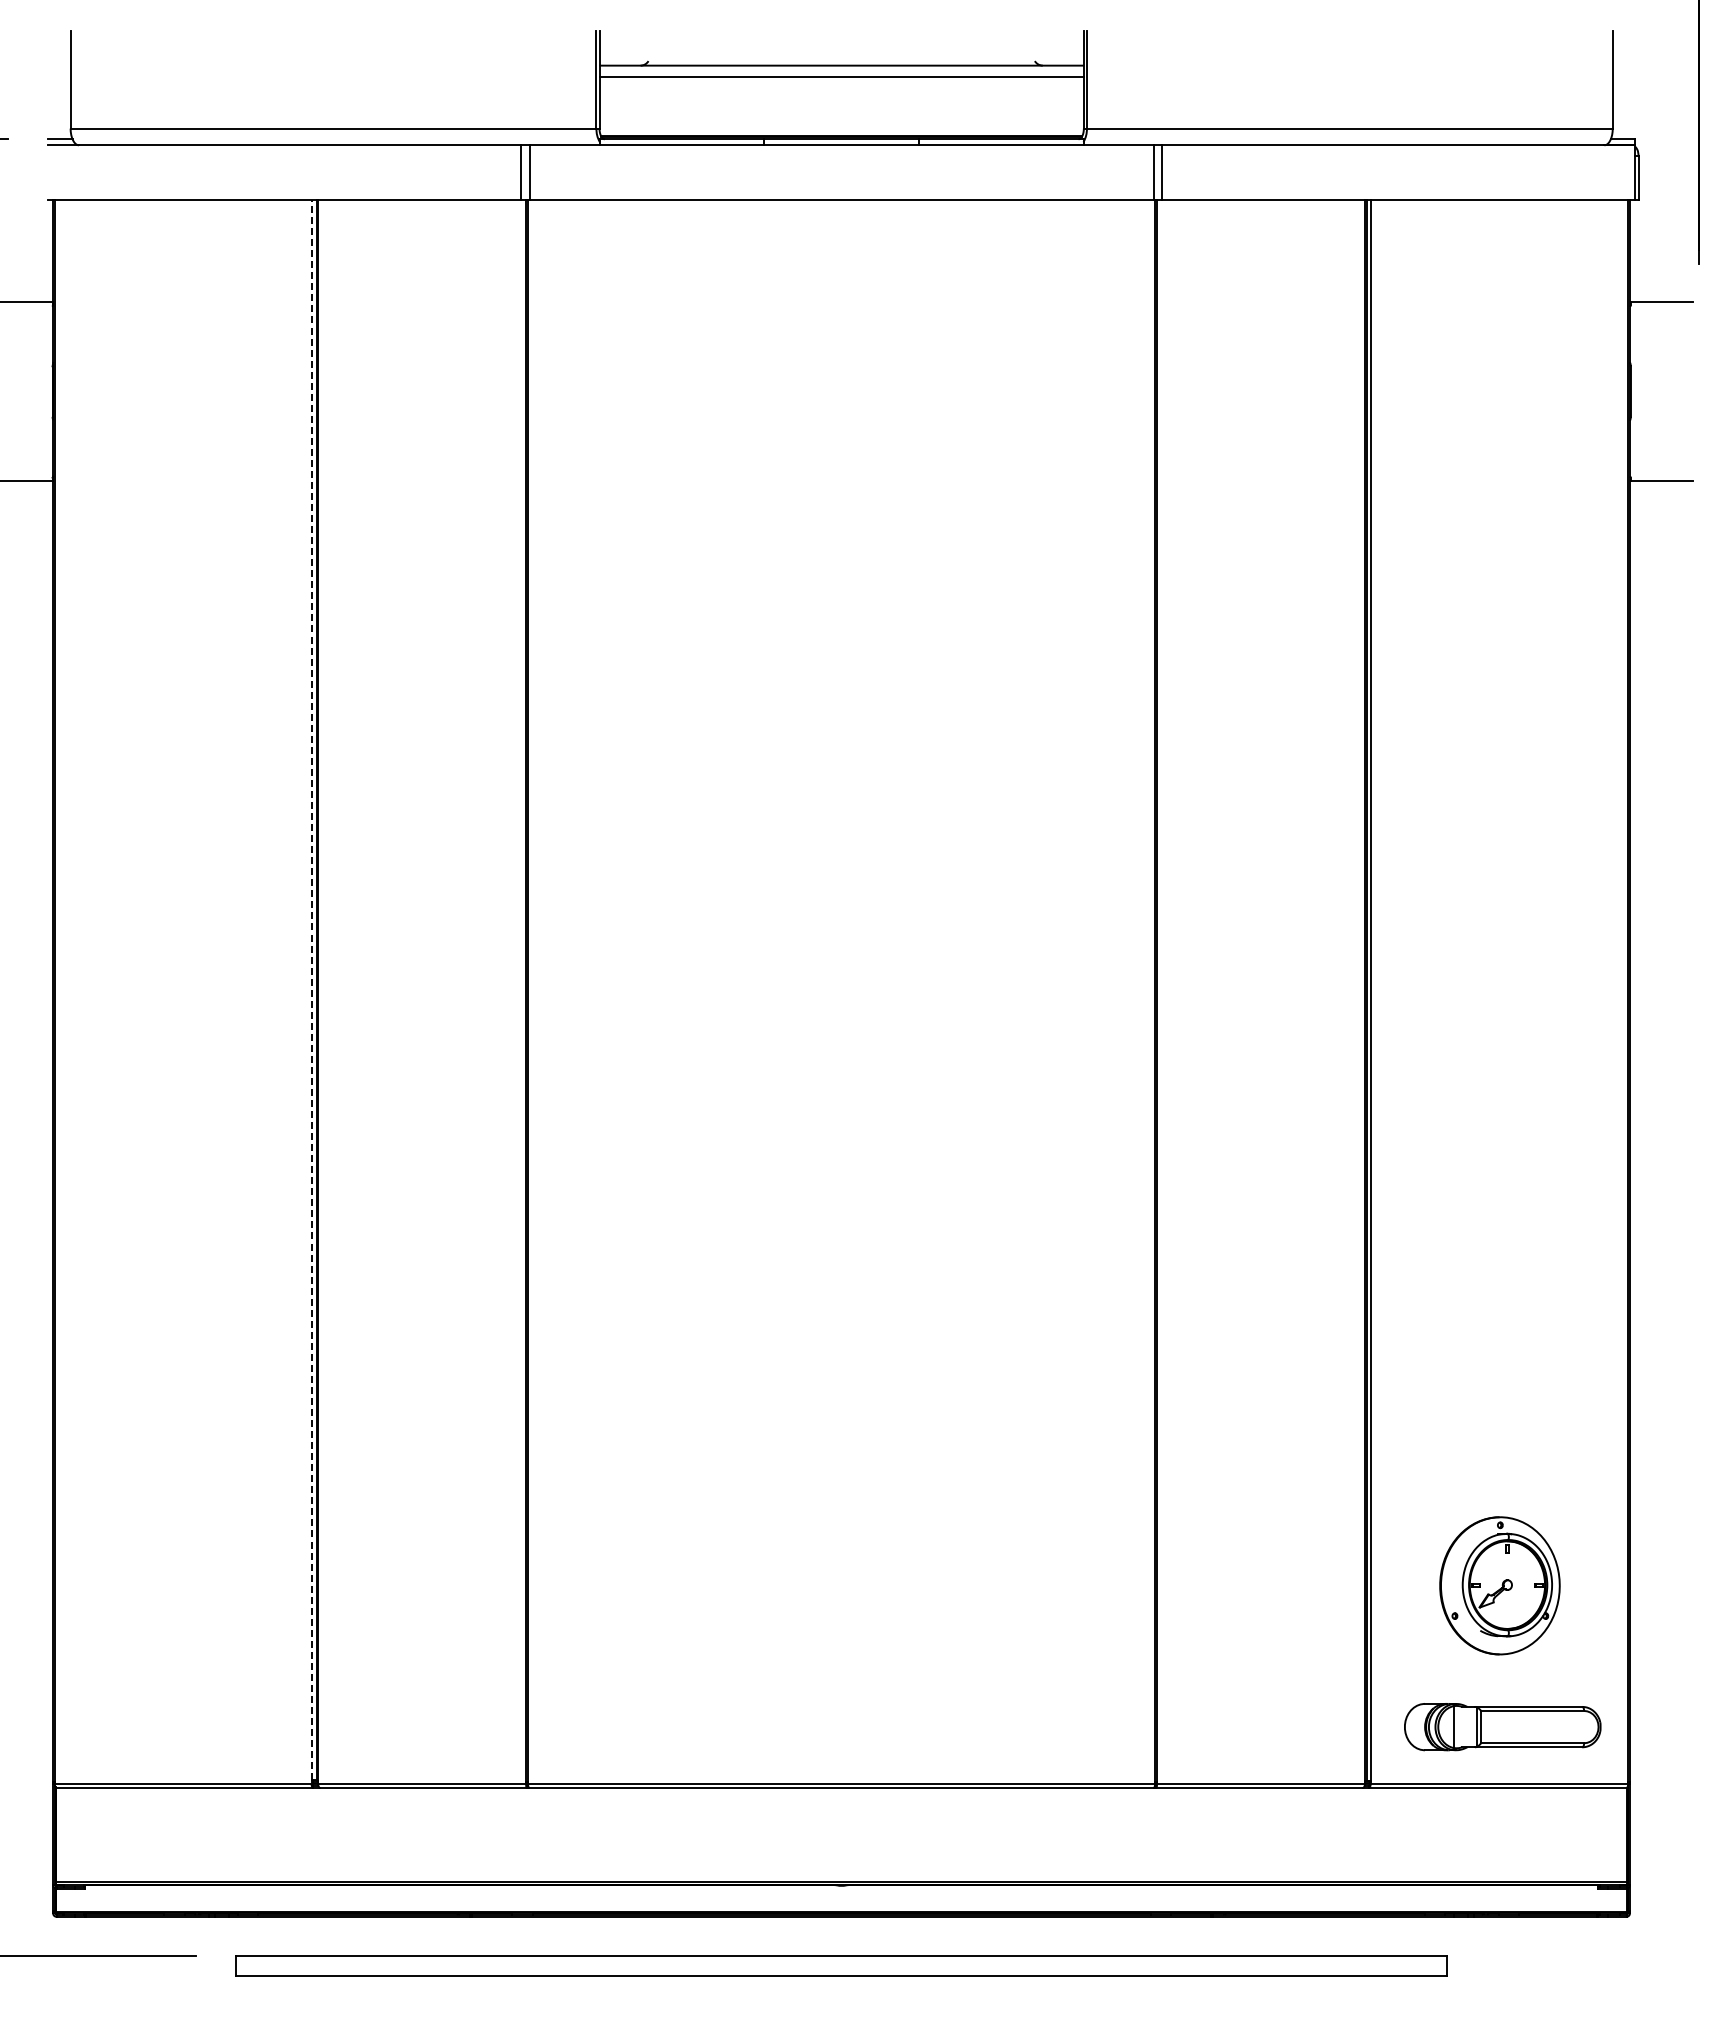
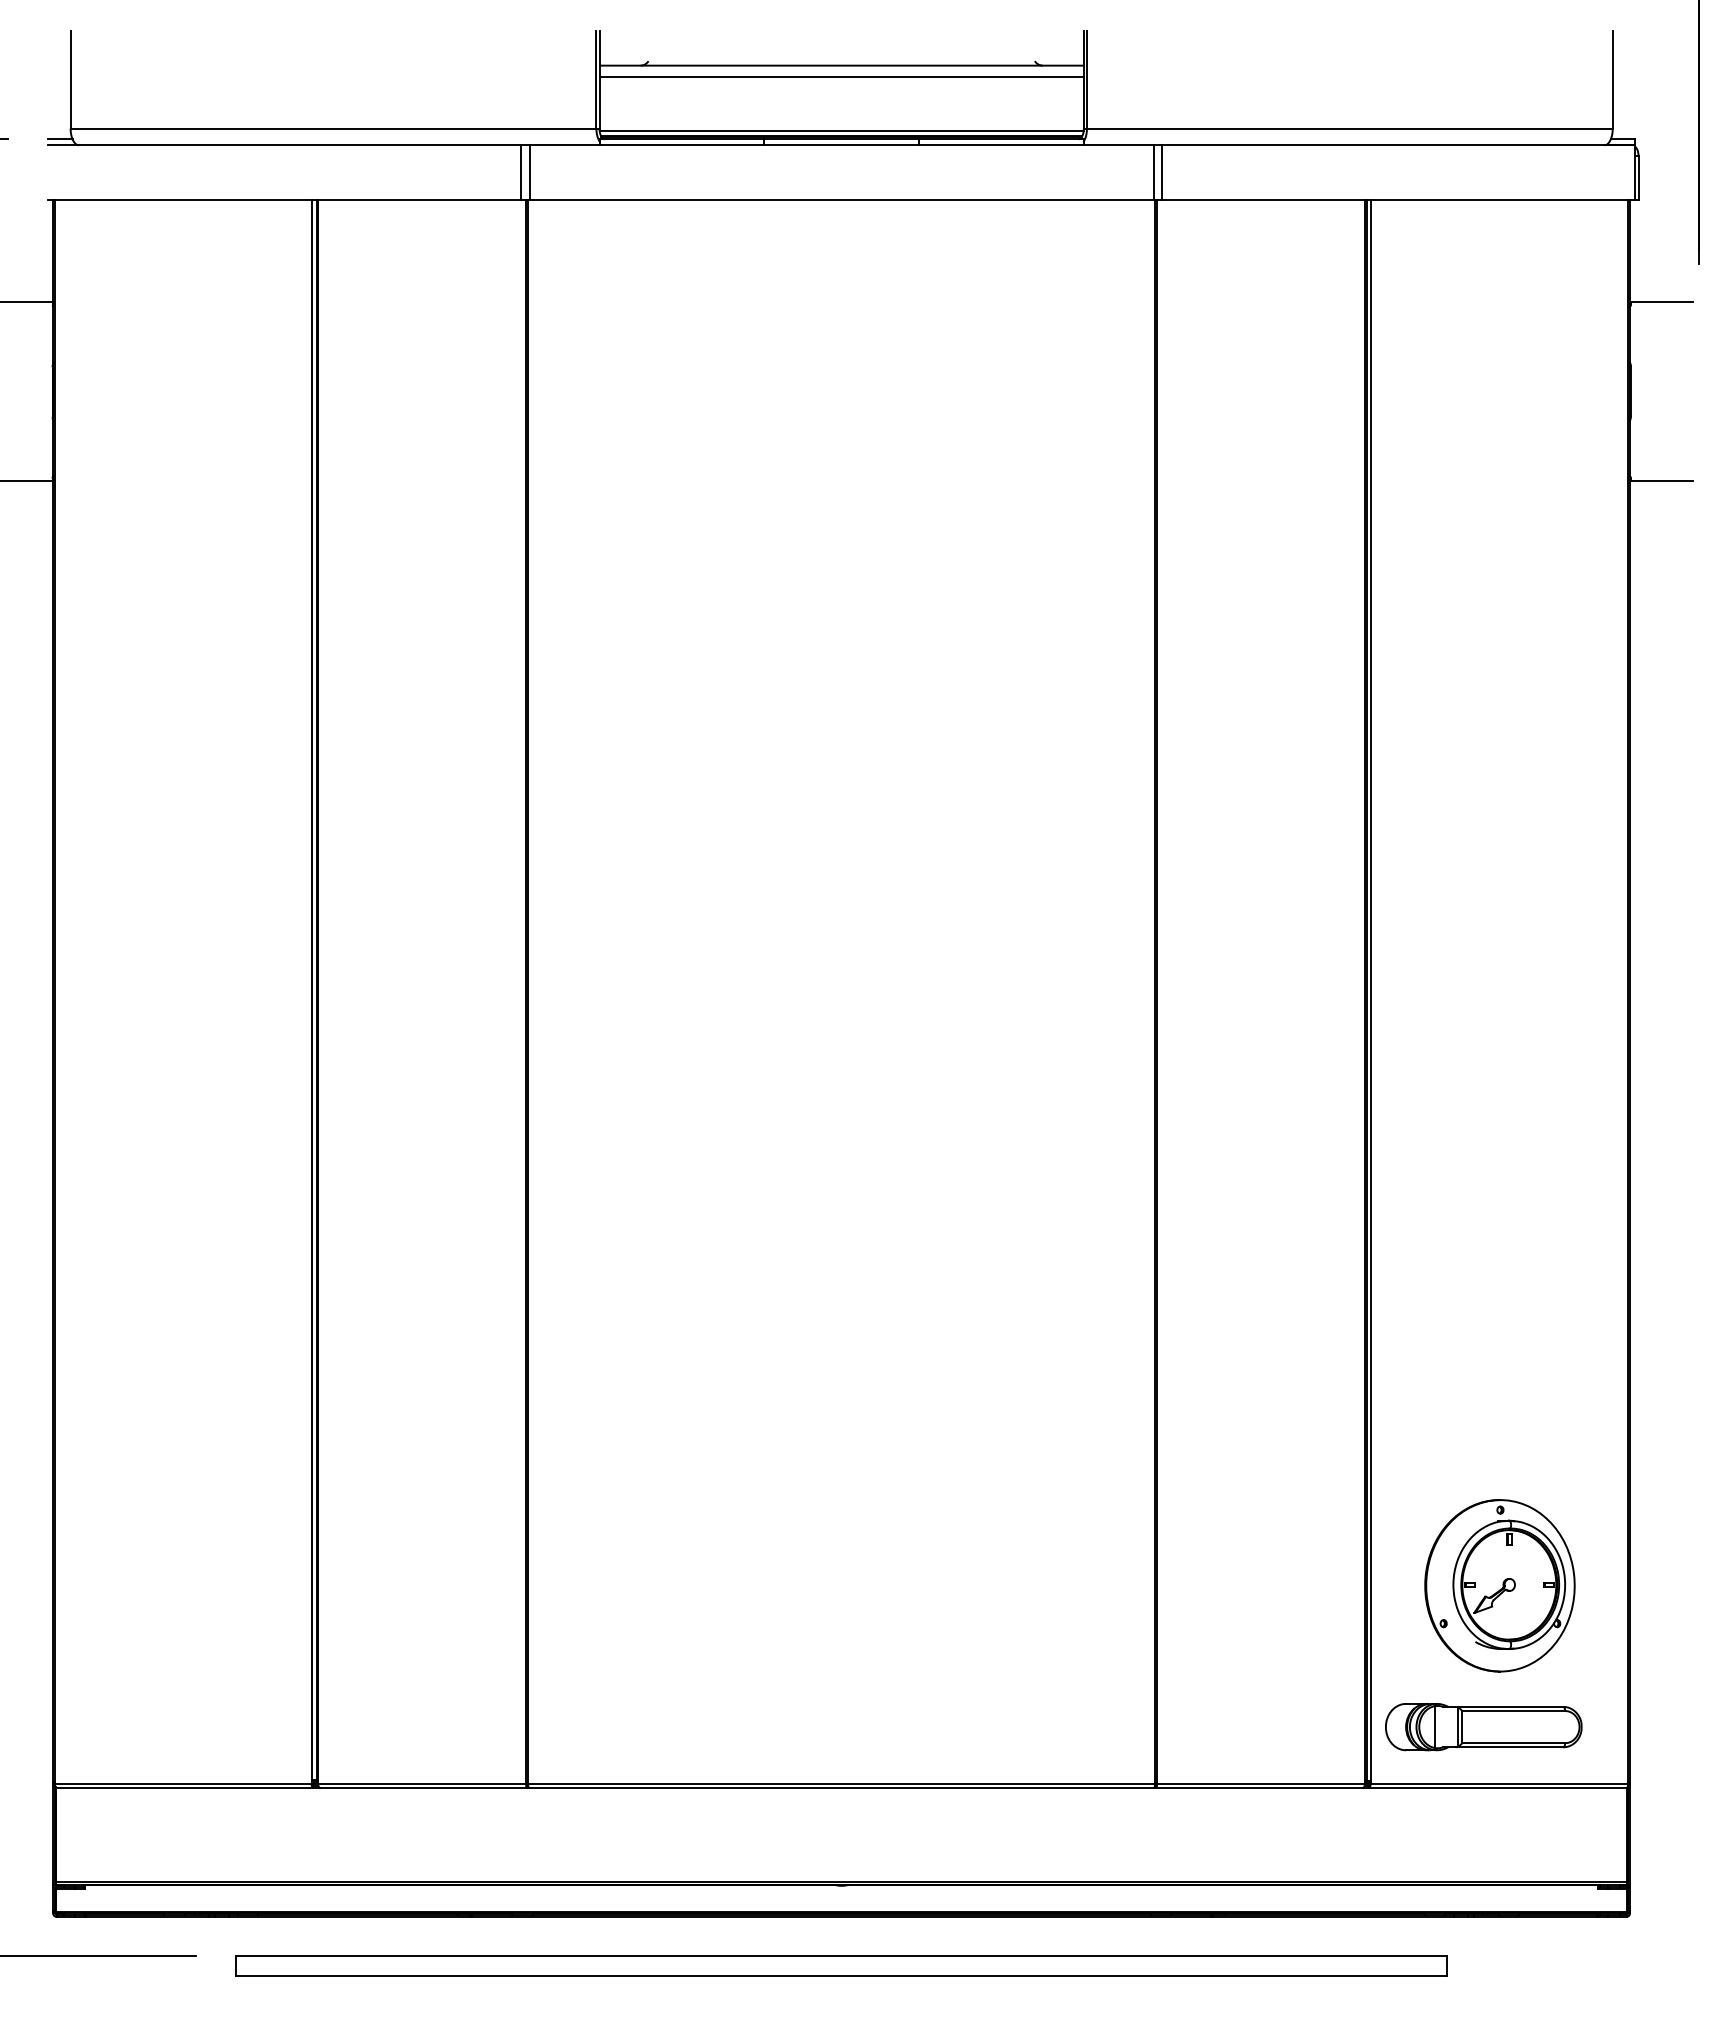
line at (841, 131): none -> present
line at (312, 989): dashed -> solid
part at (1499, 1585) size: 122x140 px -> 152x174 px
part at (1502, 1727) position: (1502, 1727) -> (1483, 1727)
